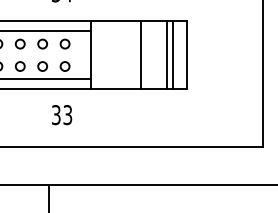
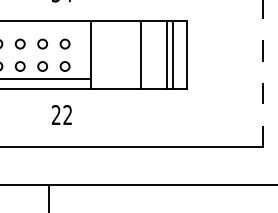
line at (46, 31): present -> none
line at (263, 73): solid -> dashed
text at (62, 115): 33 -> 22
